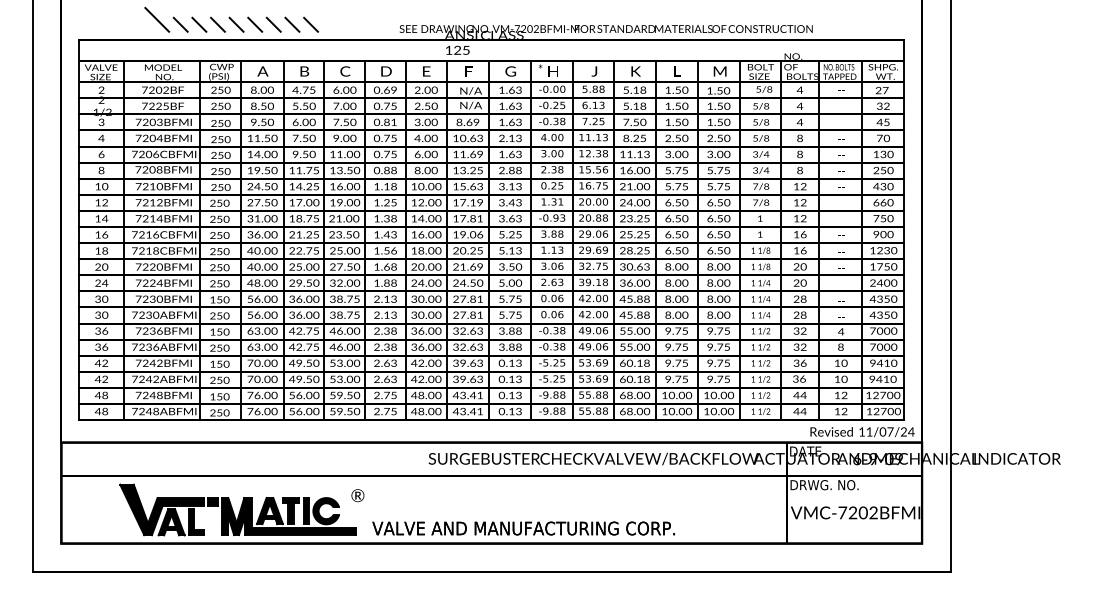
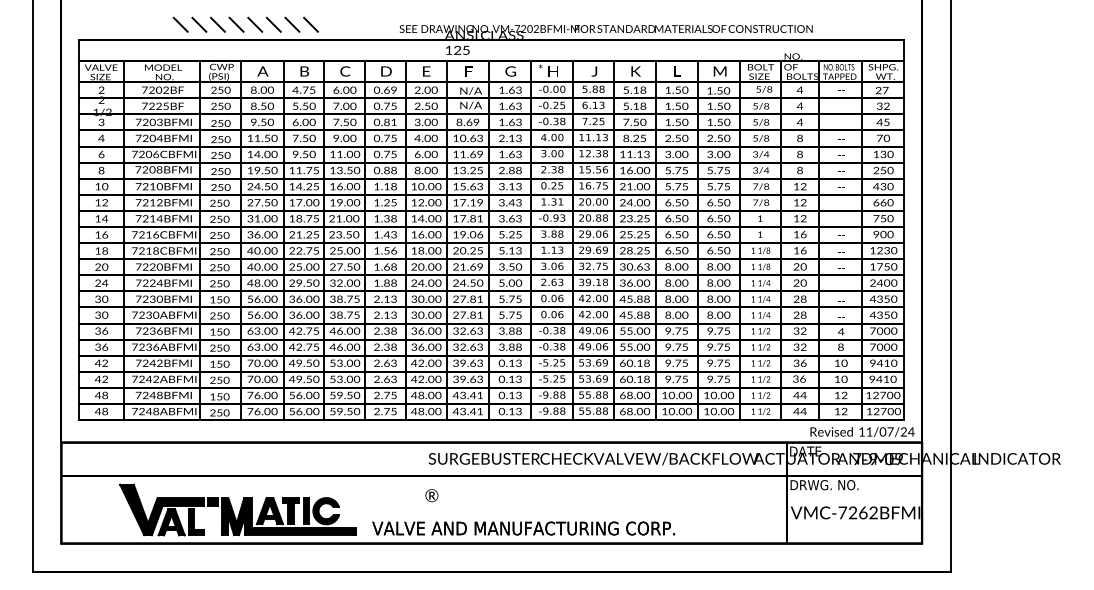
line at (157, 19): present -> none
text at (857, 459): 6-9-09 -> 7-9-09
text at (357, 495) position: (357, 495) -> (431, 495)
text at (862, 512): VMC-7202BFMI -> VMC-7262BFMI
